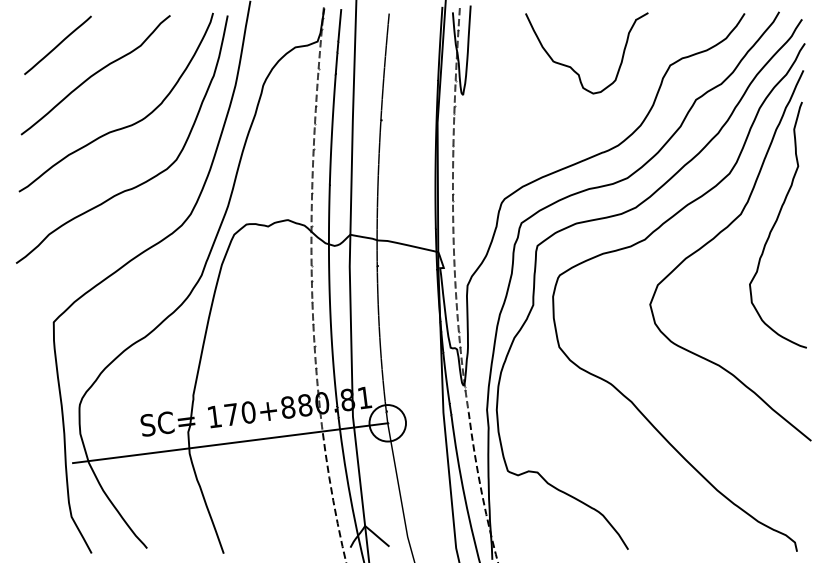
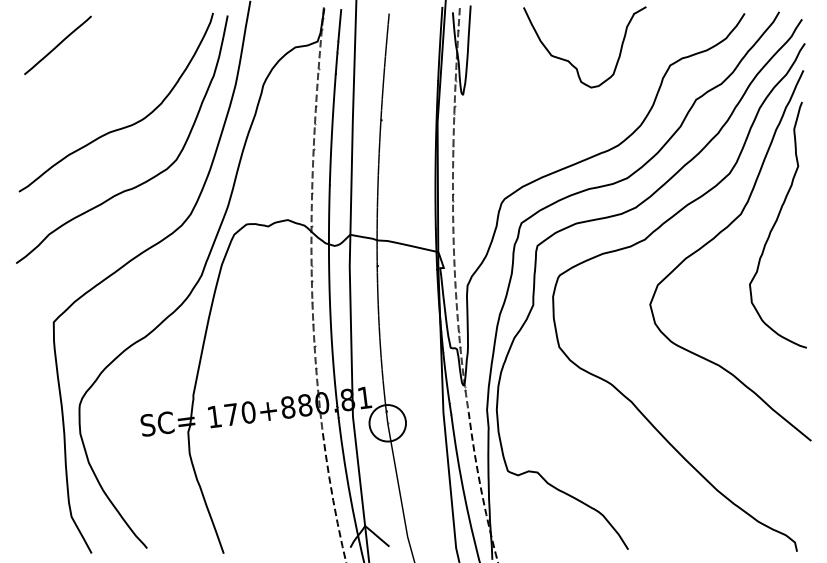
curve at (572, 67) position: (572, 67) -> (570, 61)
curve at (95, 74): present -> none
line at (230, 443): present -> none
